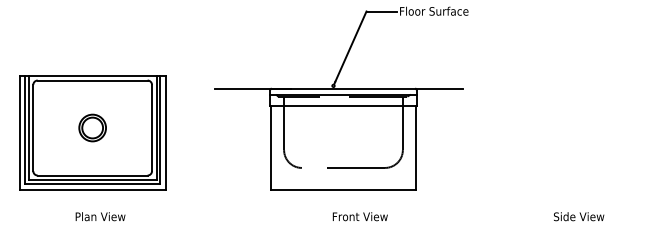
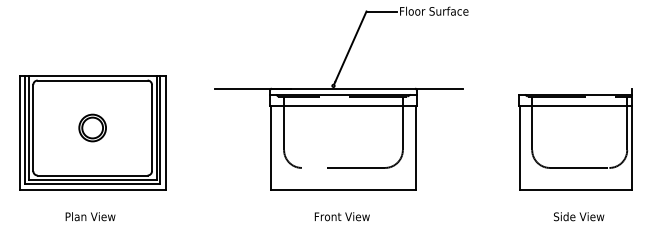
part at (575, 139): none -> present
text at (100, 216) position: (100, 216) -> (90, 216)
text at (359, 216) position: (359, 216) -> (341, 216)
